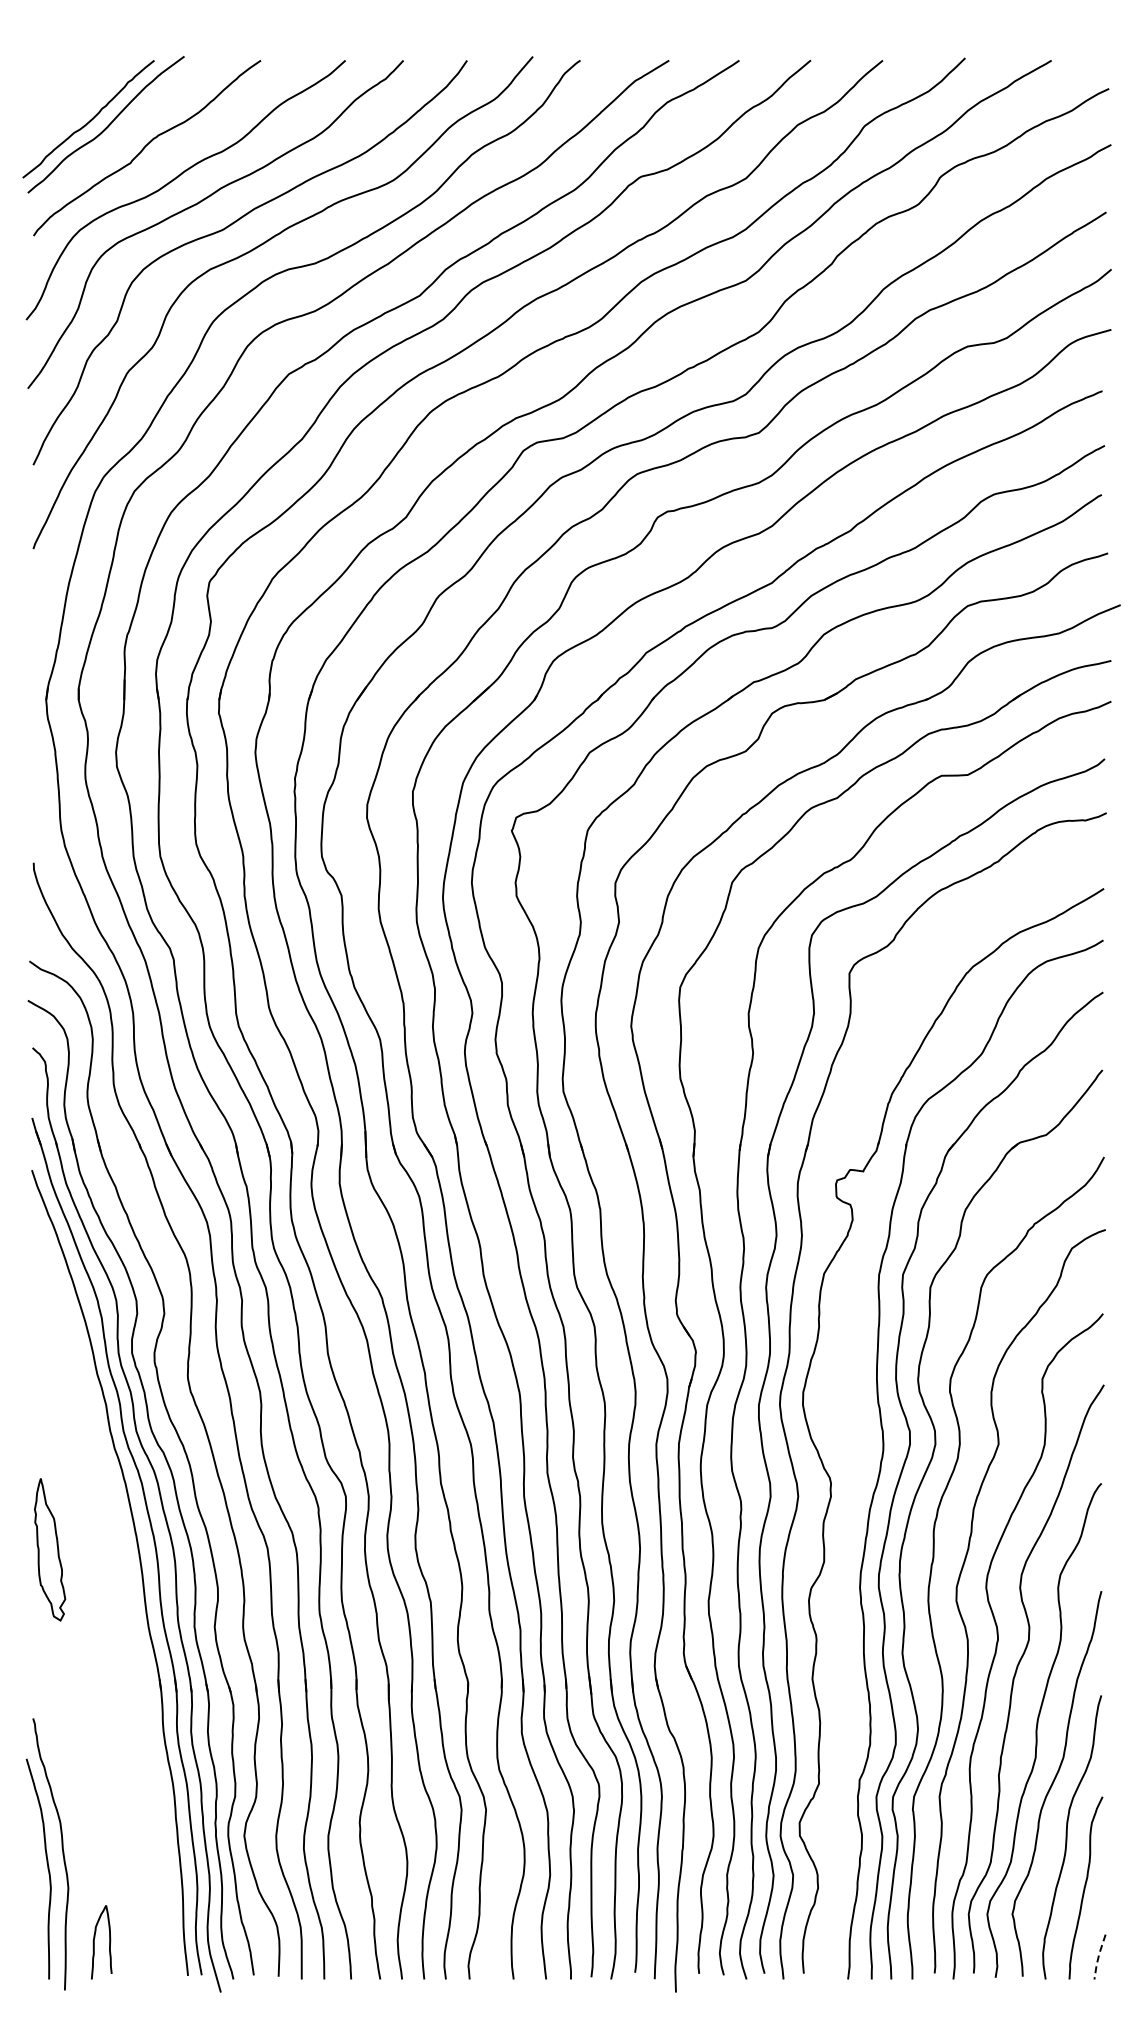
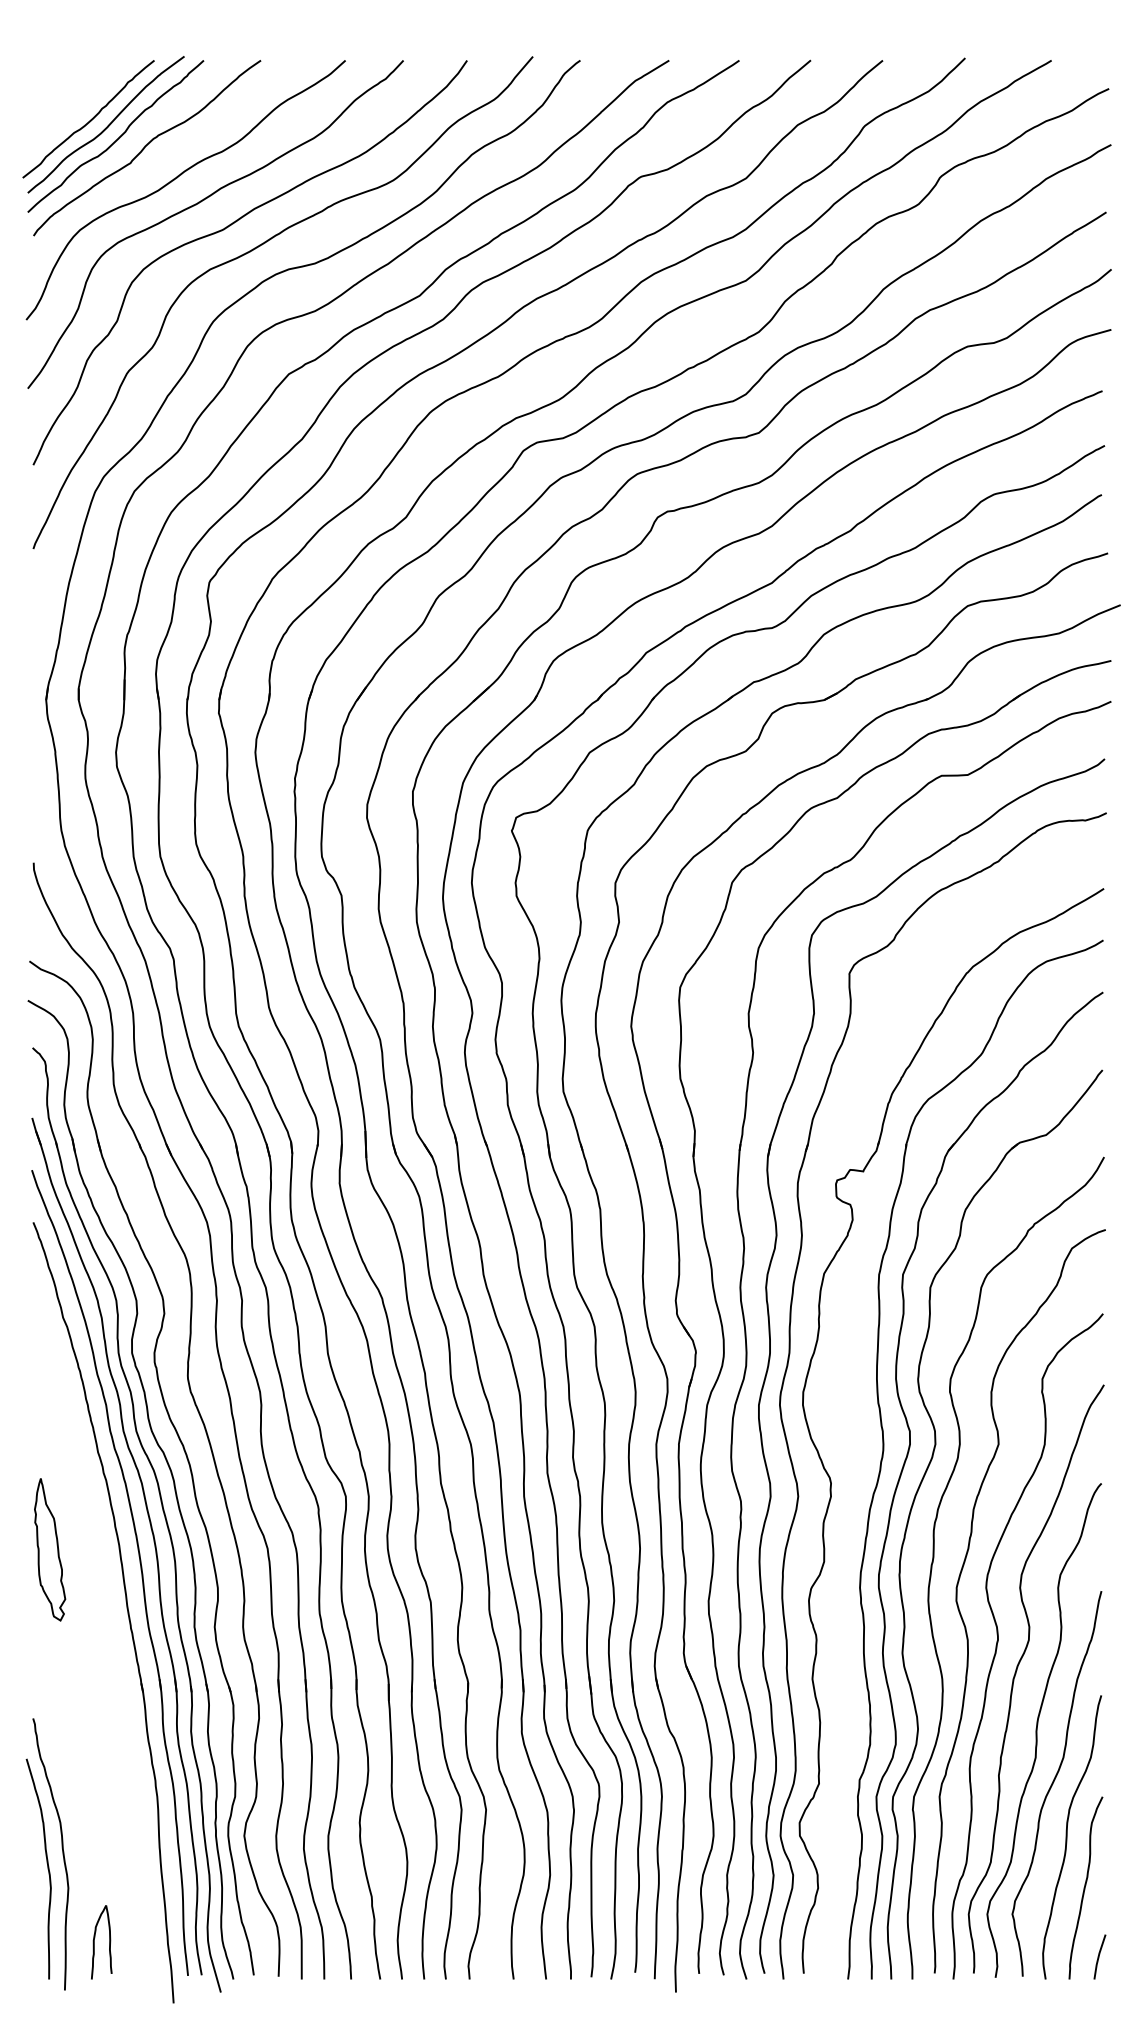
curve at (117, 138): none -> present
part at (126, 1608): none -> present
line at (1098, 1957): dashed -> solid
